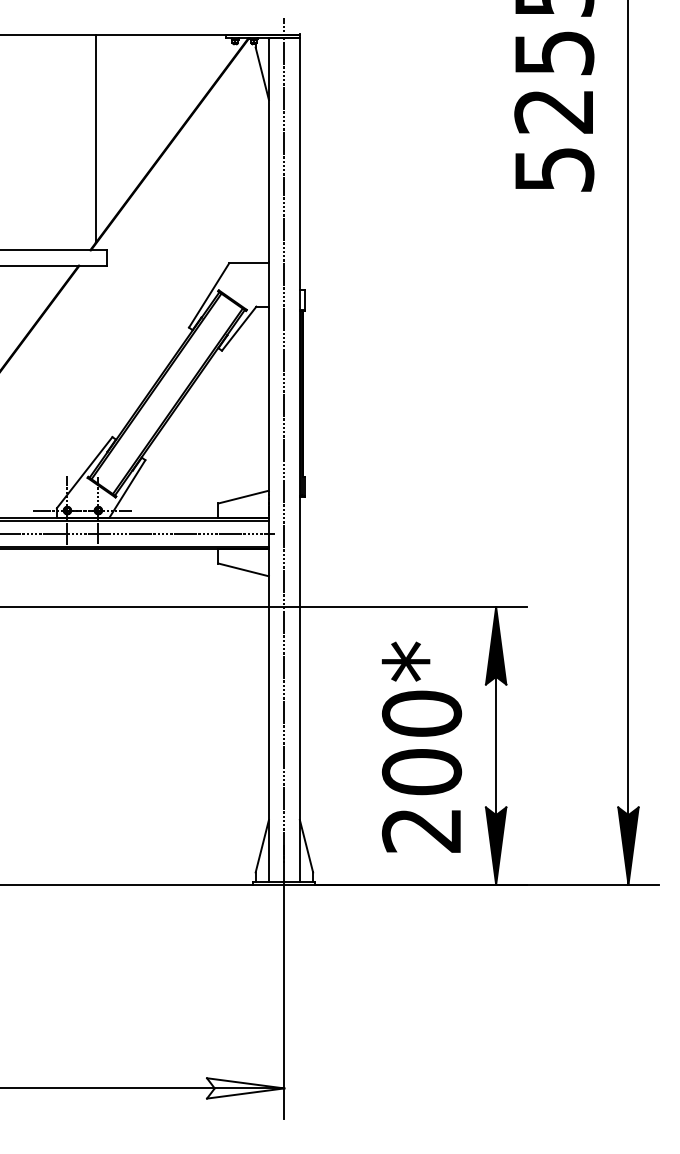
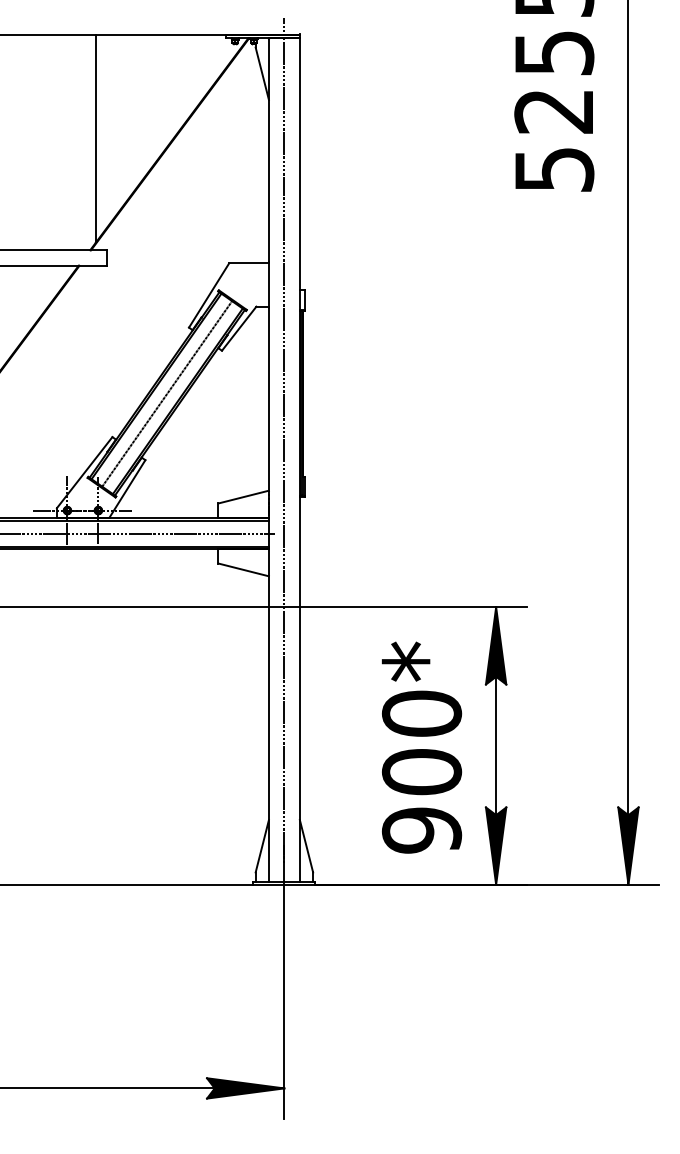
line at (166, 393): none -> present
text at (422, 830): 200* -> 900*
fill at (245, 1088): none -> present
